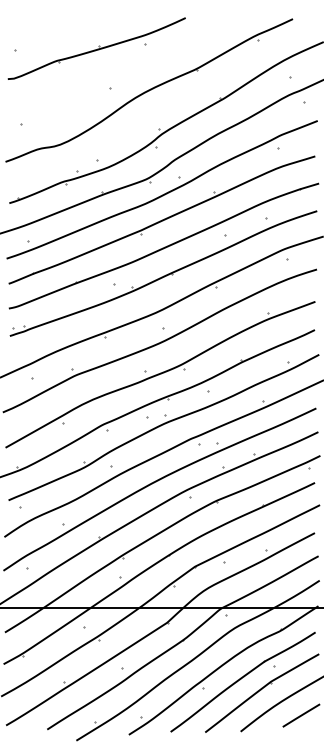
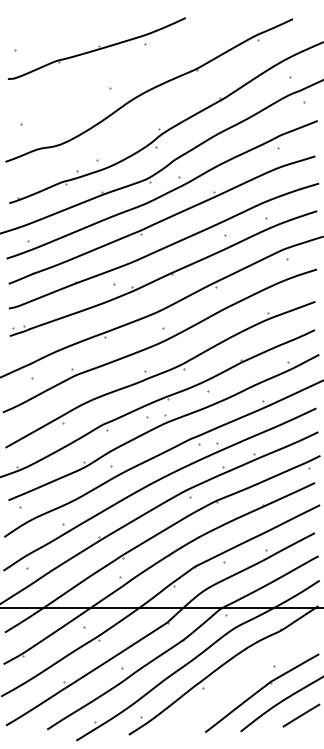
part at (242, 682): present -> none
